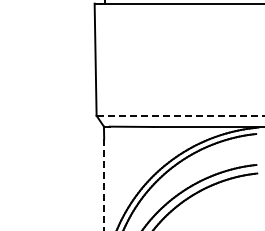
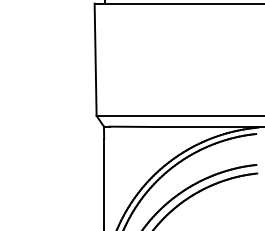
line at (180, 115): dashed -> solid
line at (104, 184): dashed -> solid
